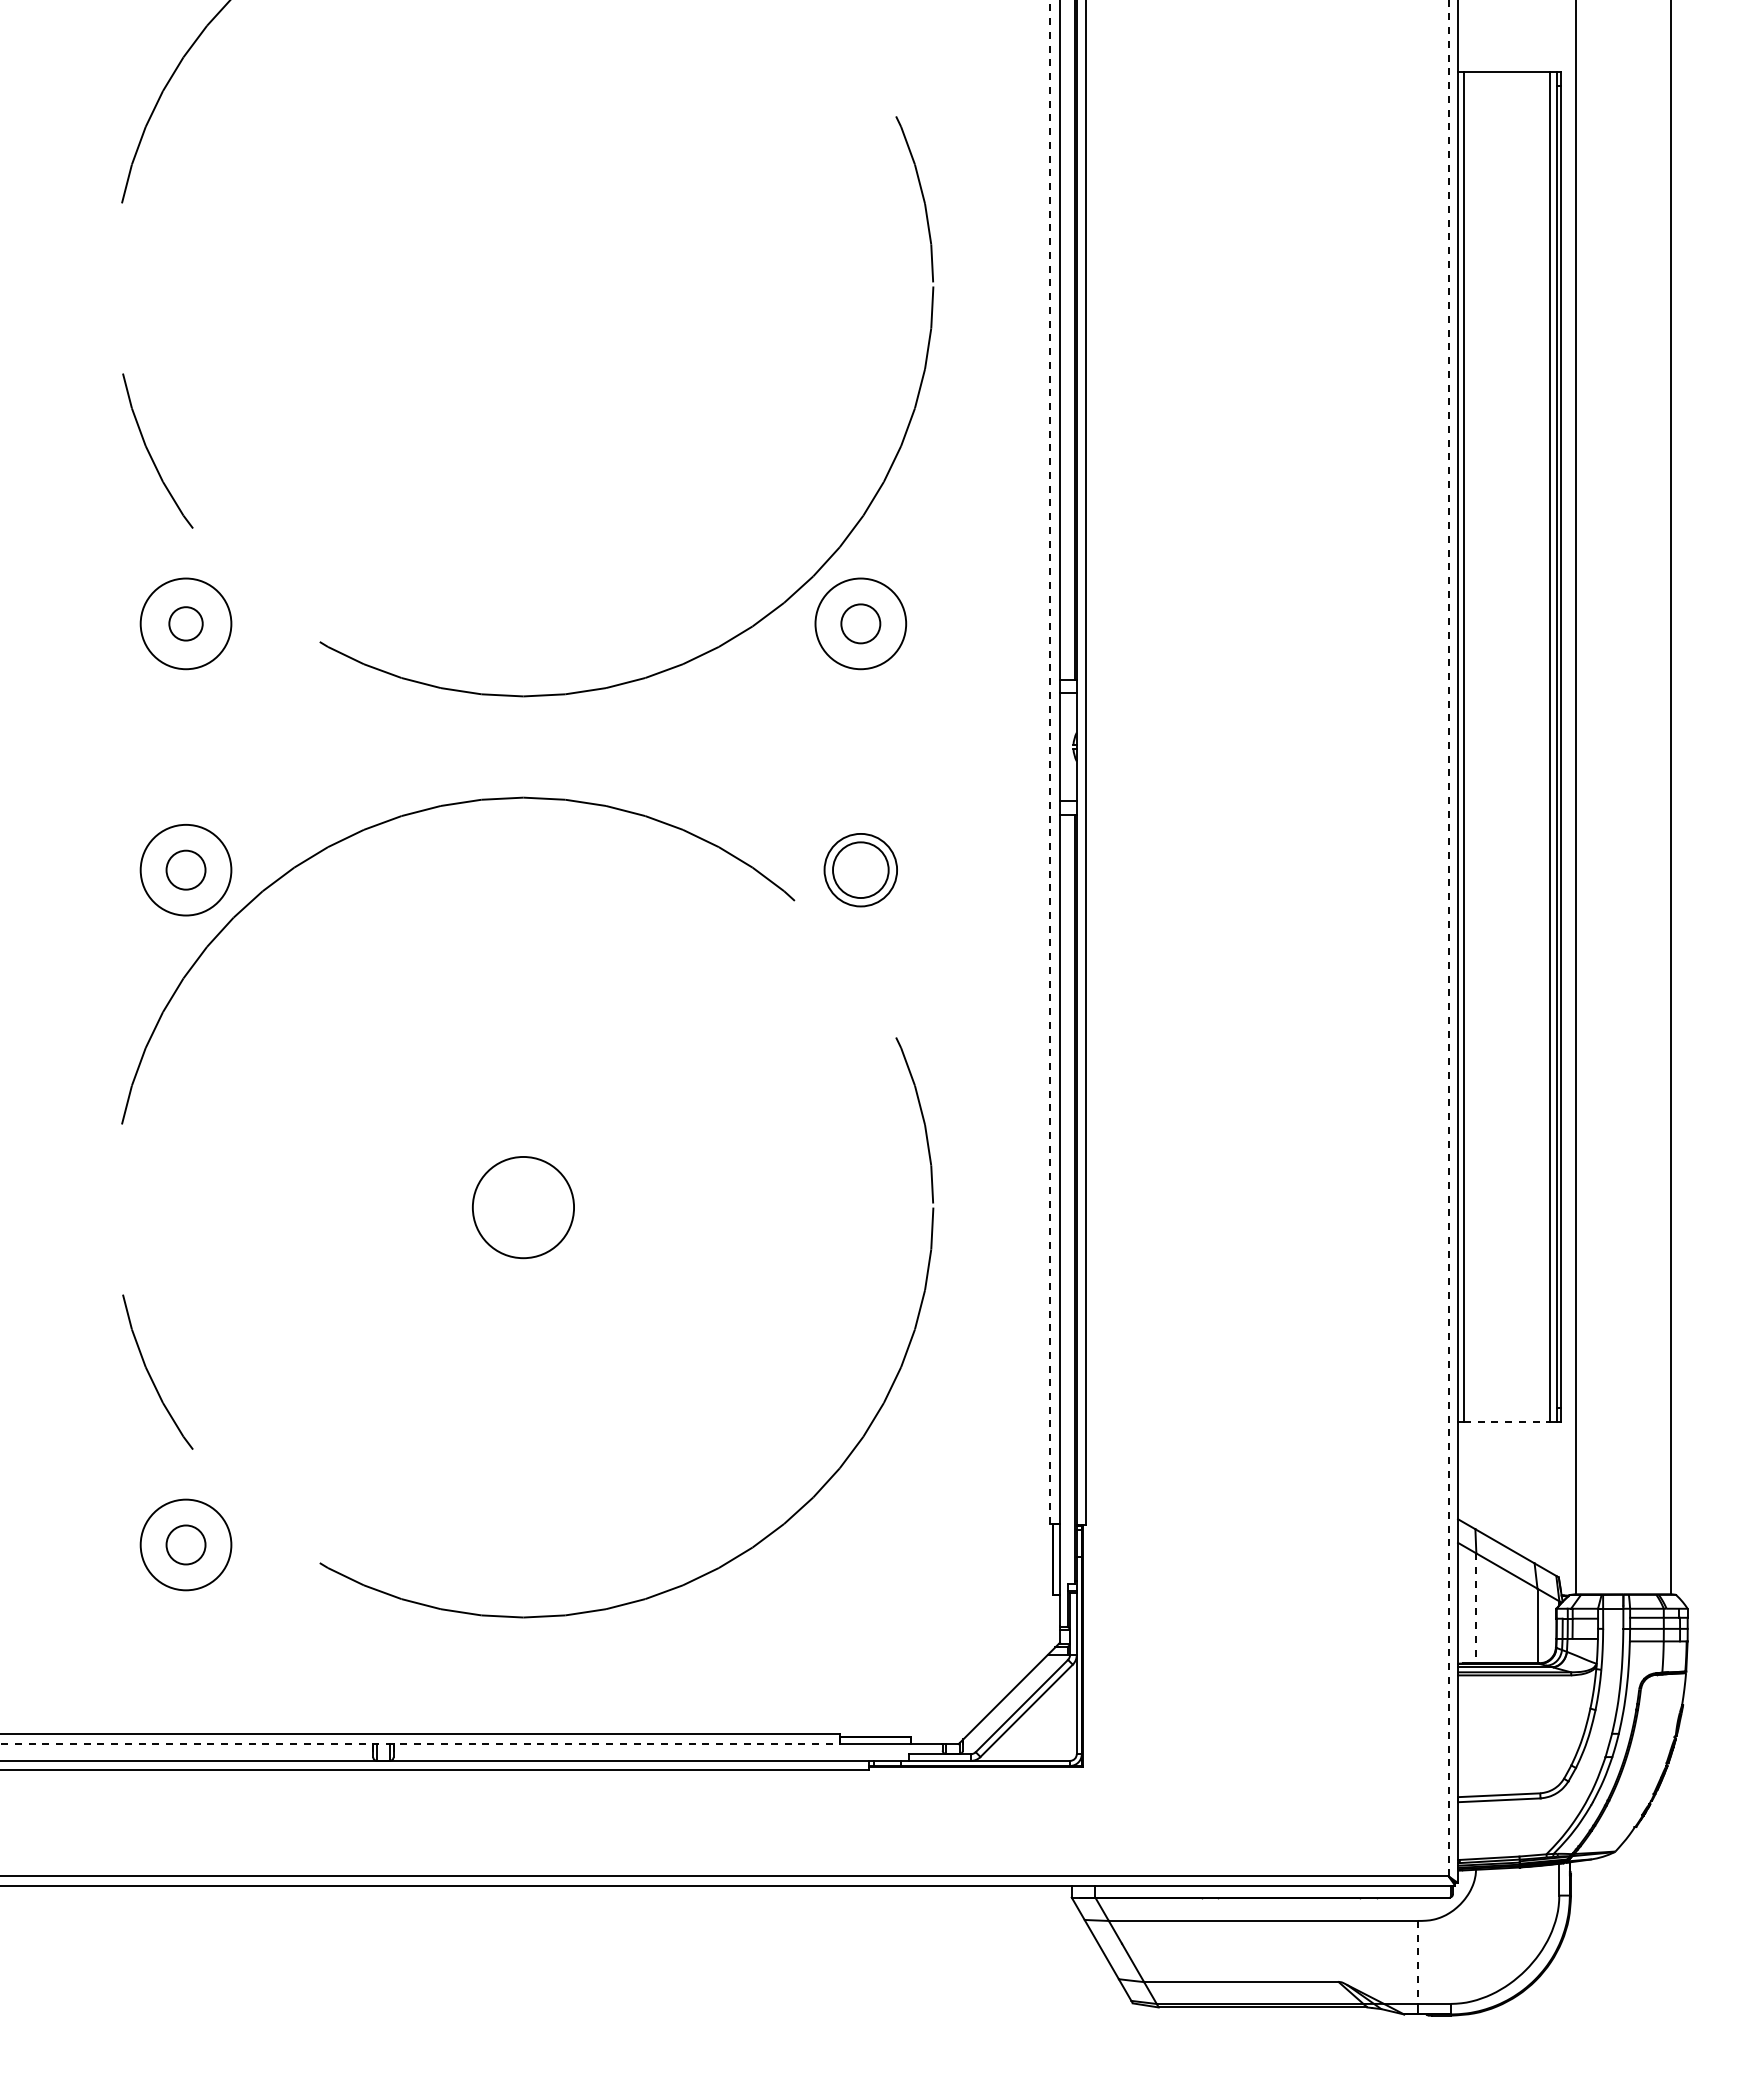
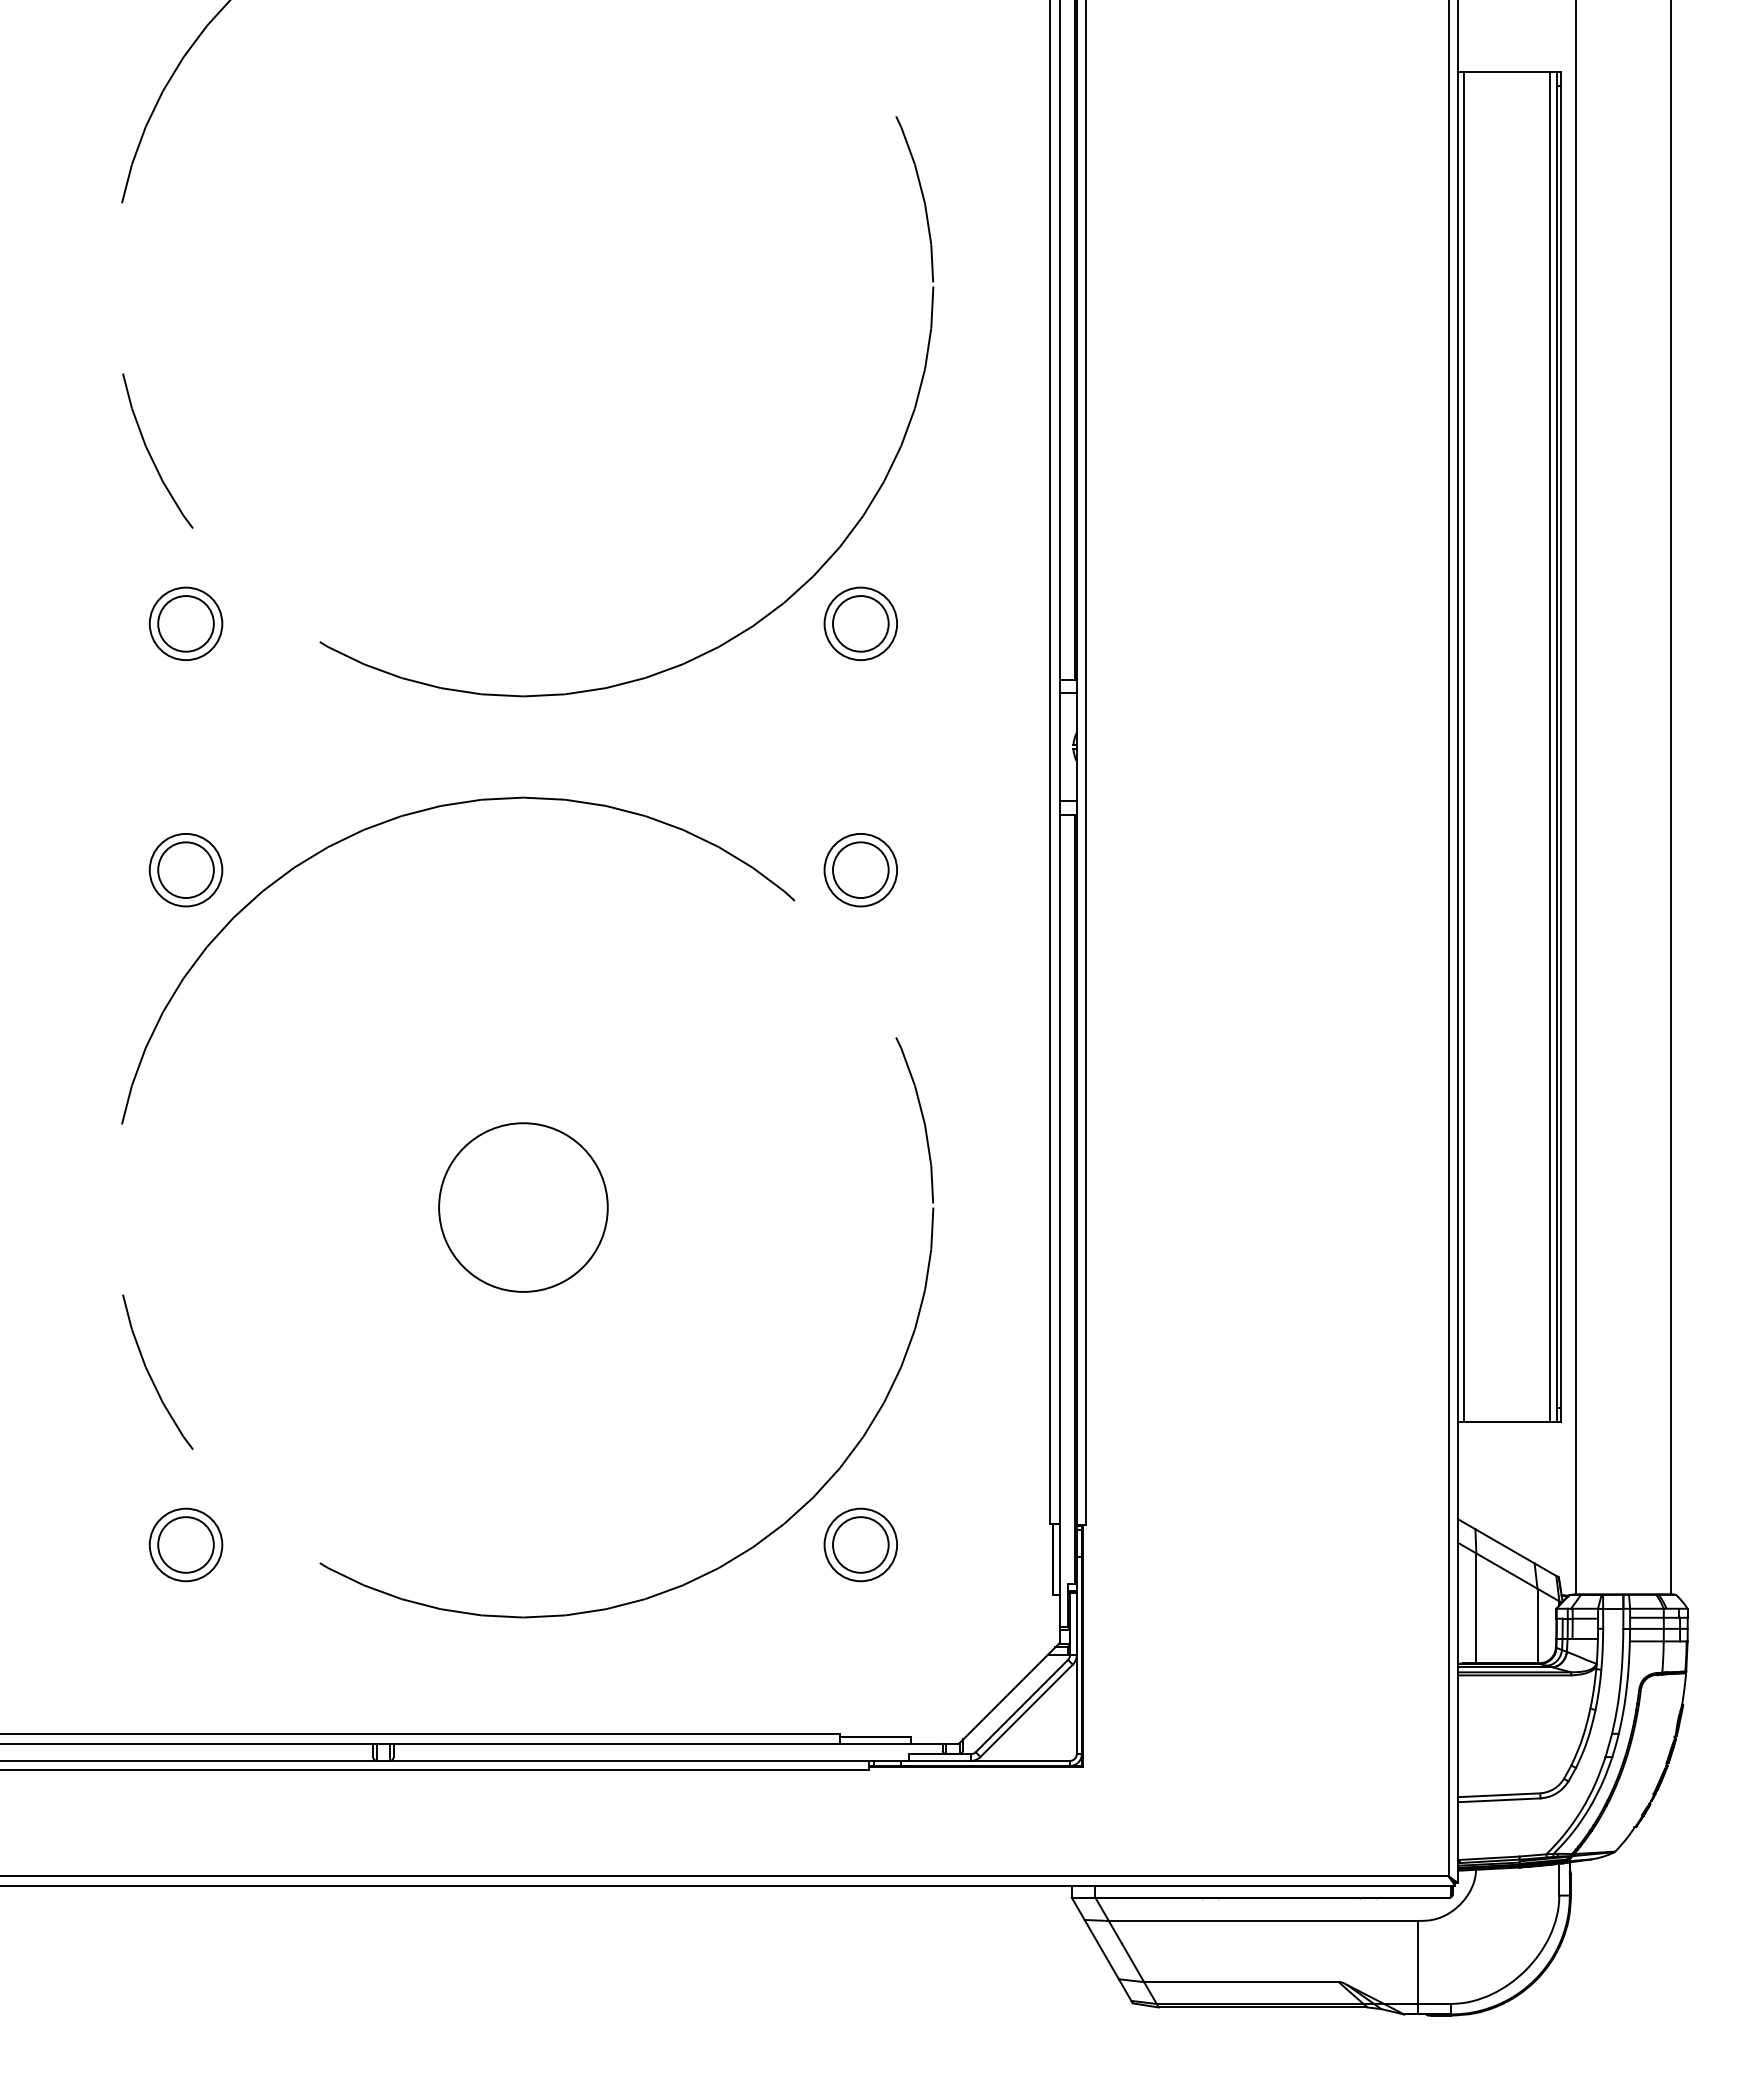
circle at (185, 623) diameter: 33 px -> 56 px
circle at (185, 623) diameter: 91 px -> 73 px
circle at (860, 623) diameter: 39 px -> 56 px
circle at (860, 623) diameter: 91 px -> 73 px
line at (1049, 762): dashed -> solid
circle at (185, 869) diameter: 39 px -> 56 px
circle at (185, 869) diameter: 91 px -> 73 px
line at (1448, 938): dashed -> solid
circle at (523, 1207) diameter: 101 px -> 169 px
line at (1507, 1421): dashed -> solid
circle at (185, 1544) diameter: 39 px -> 56 px
circle at (185, 1544) diameter: 91 px -> 73 px
part at (860, 1544): none -> present
line at (1476, 1608): dashed -> solid
line at (420, 1744): dashed -> solid
line at (1417, 1962): dashed -> solid
